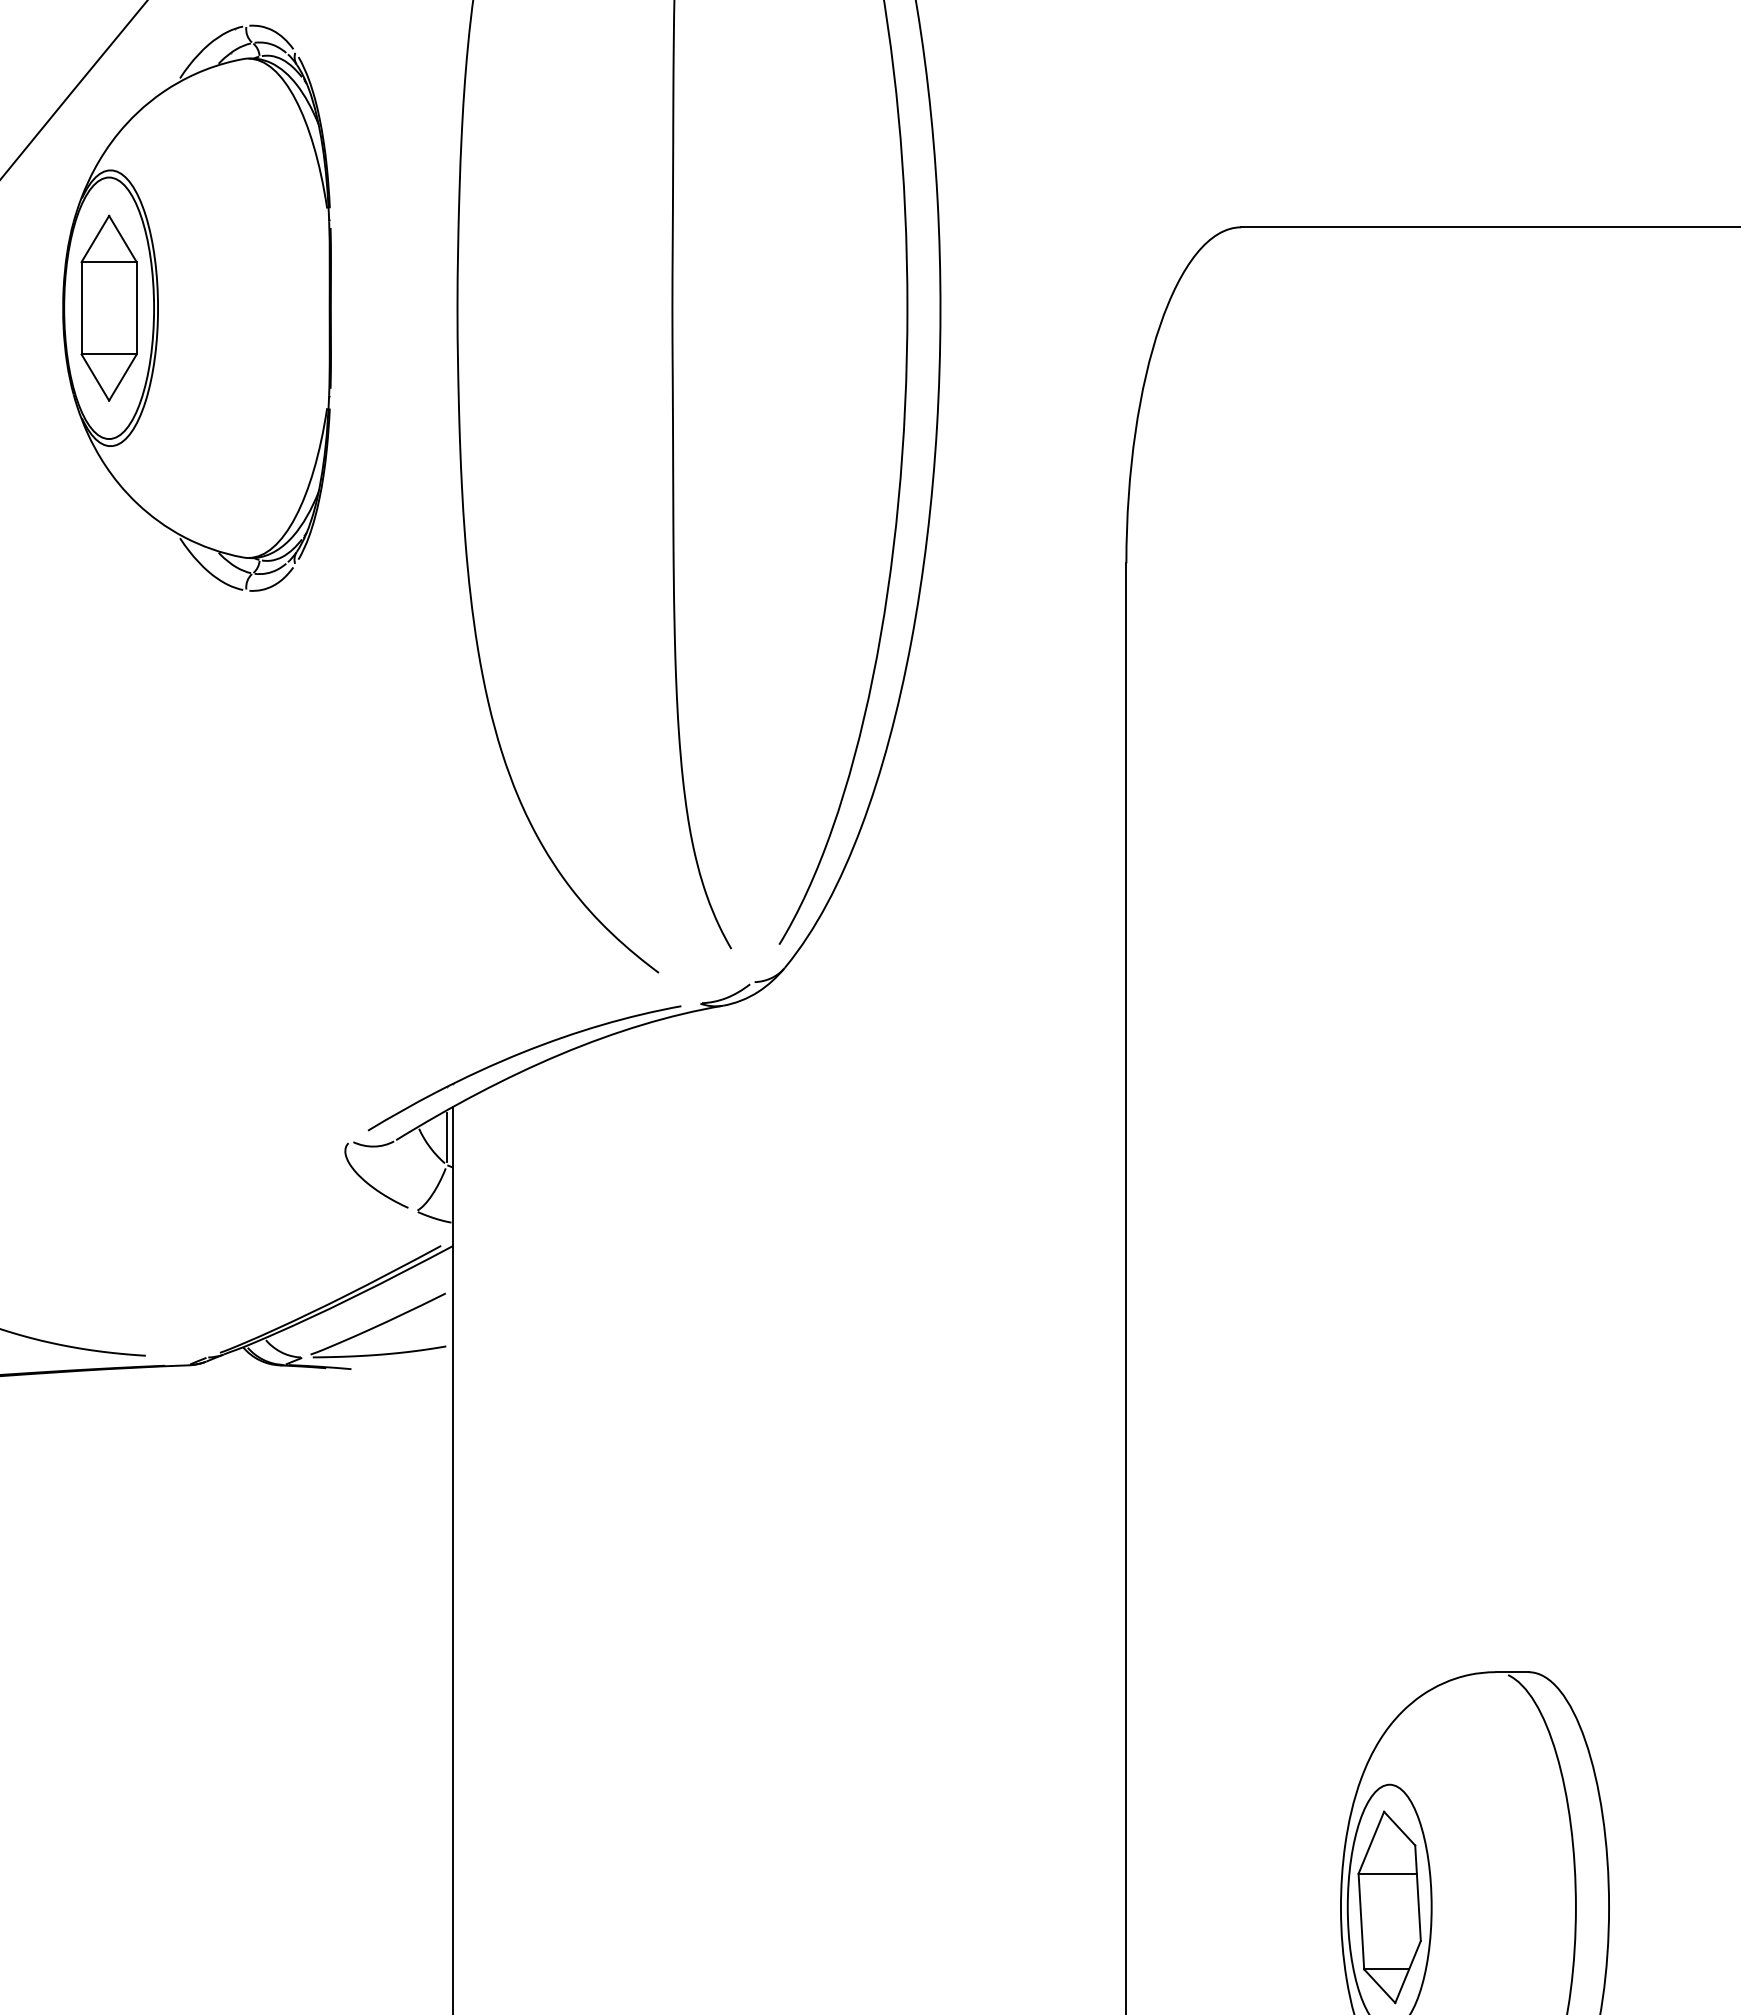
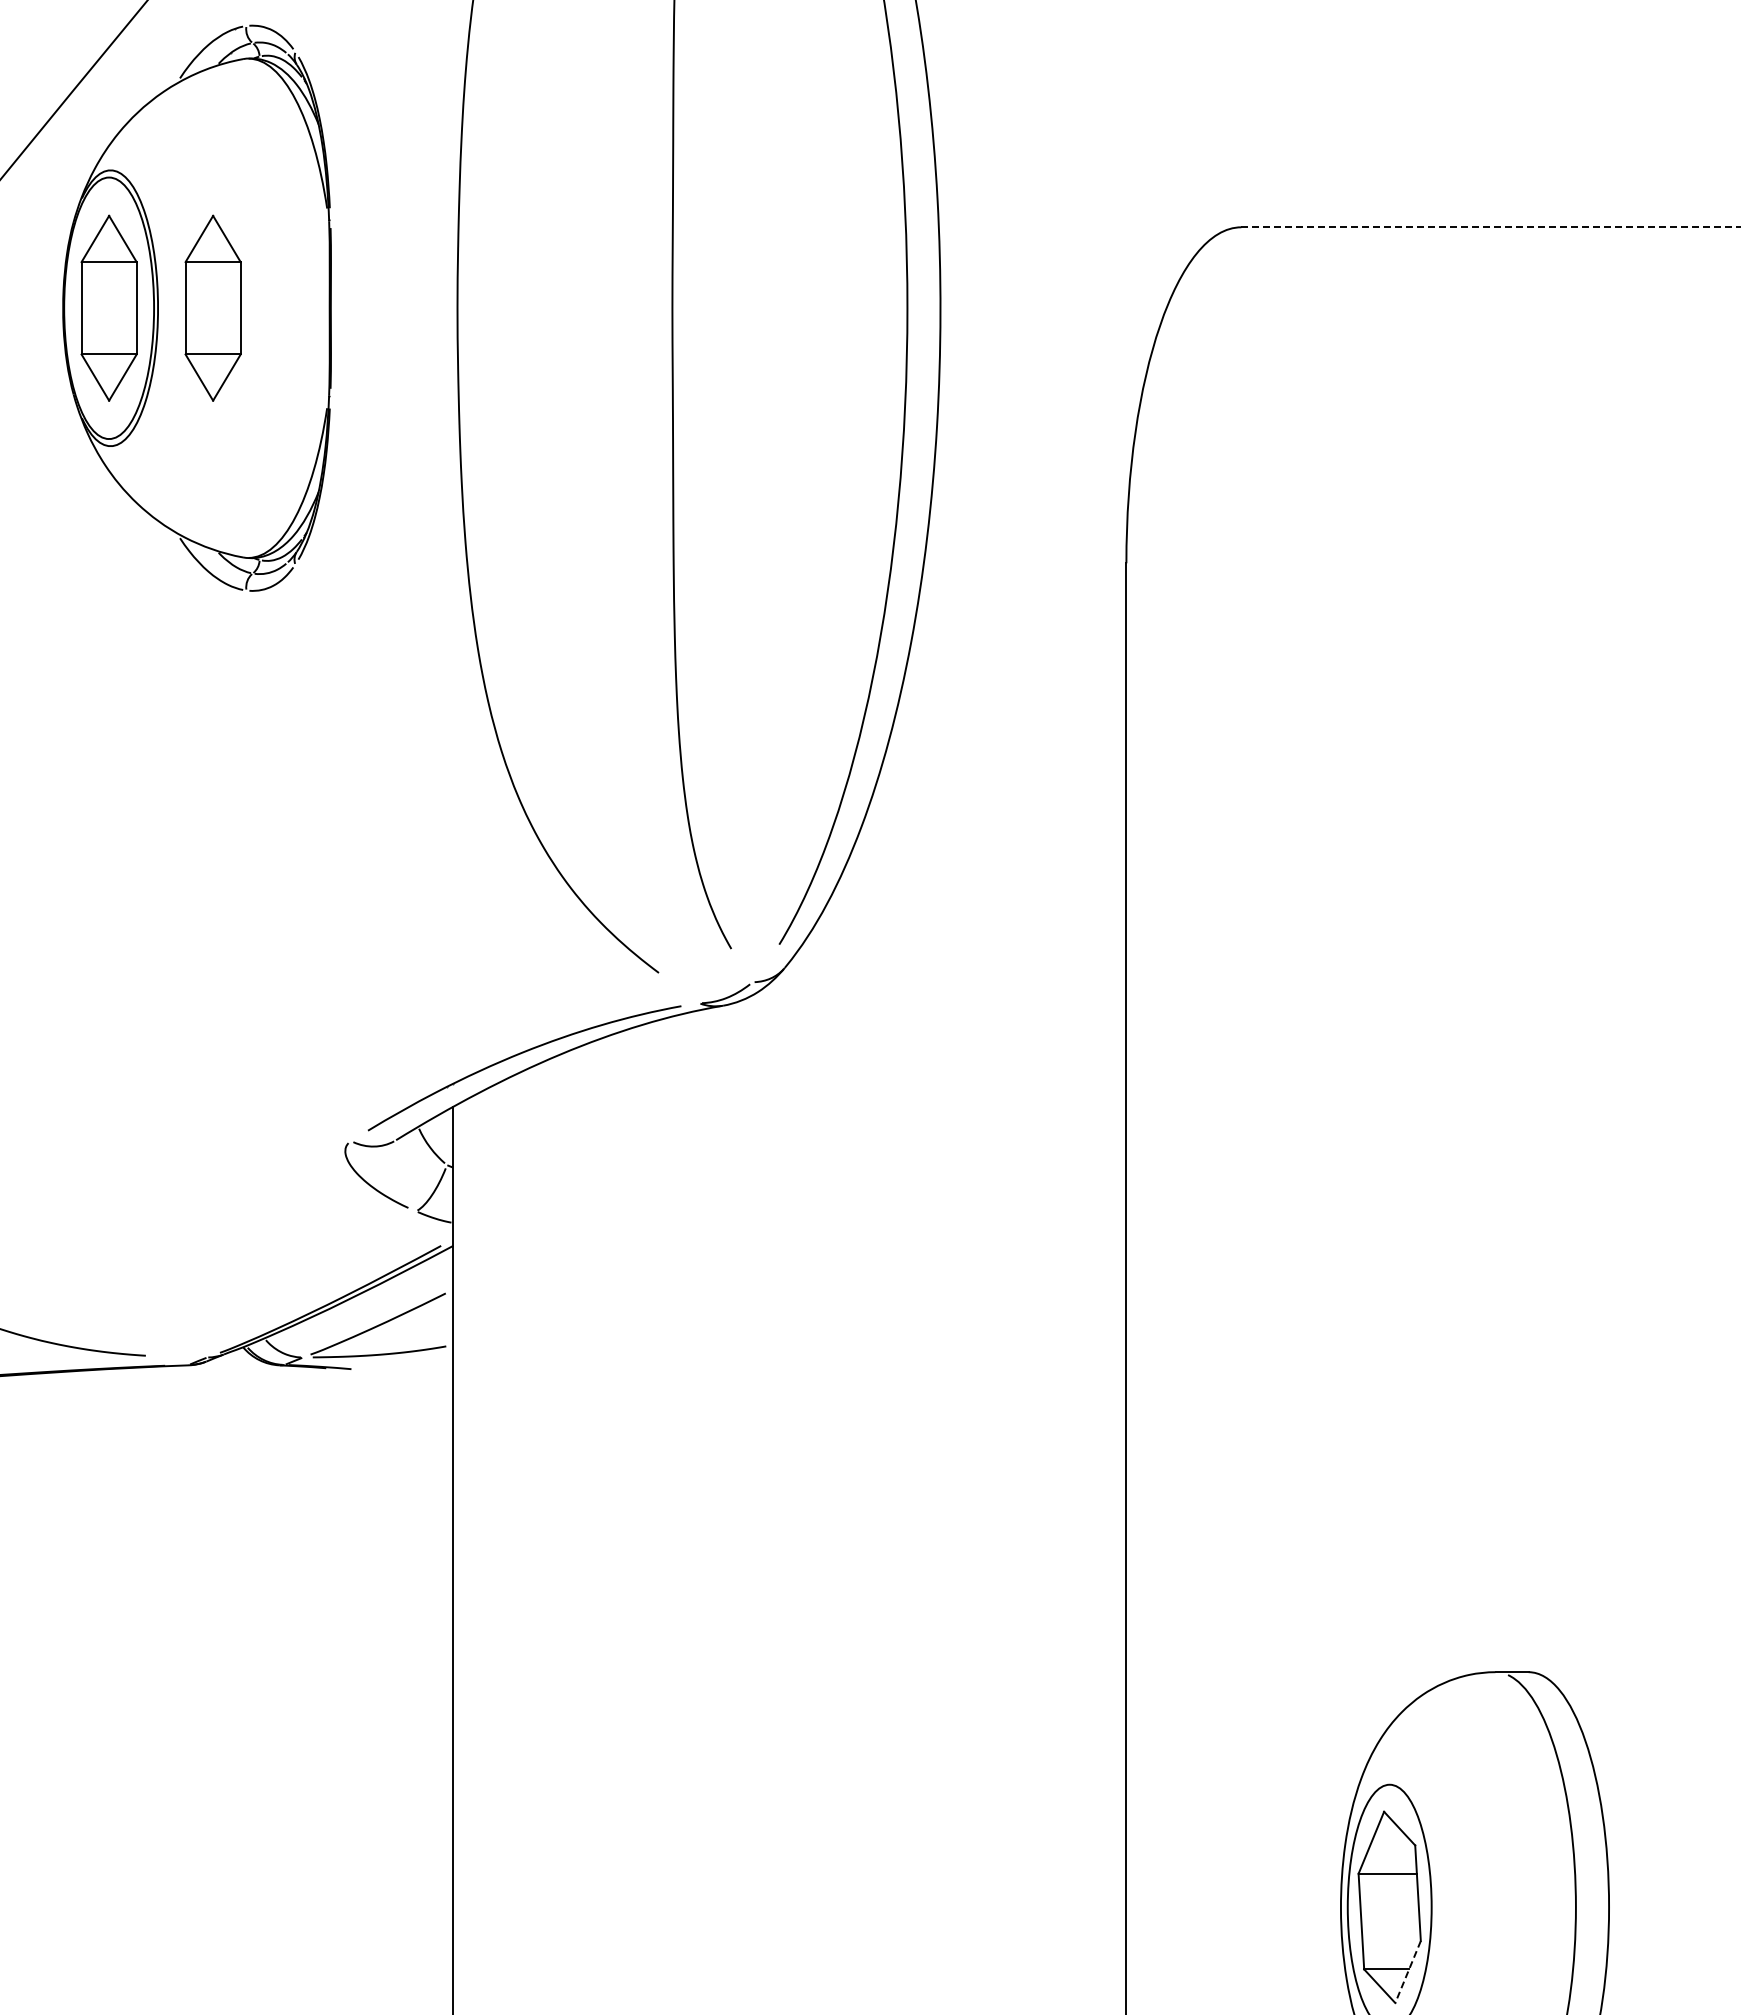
line at (1491, 227): solid -> dashed
part at (212, 307): none -> present
line at (447, 1137): present -> none
line at (1408, 1972): solid -> dashed
